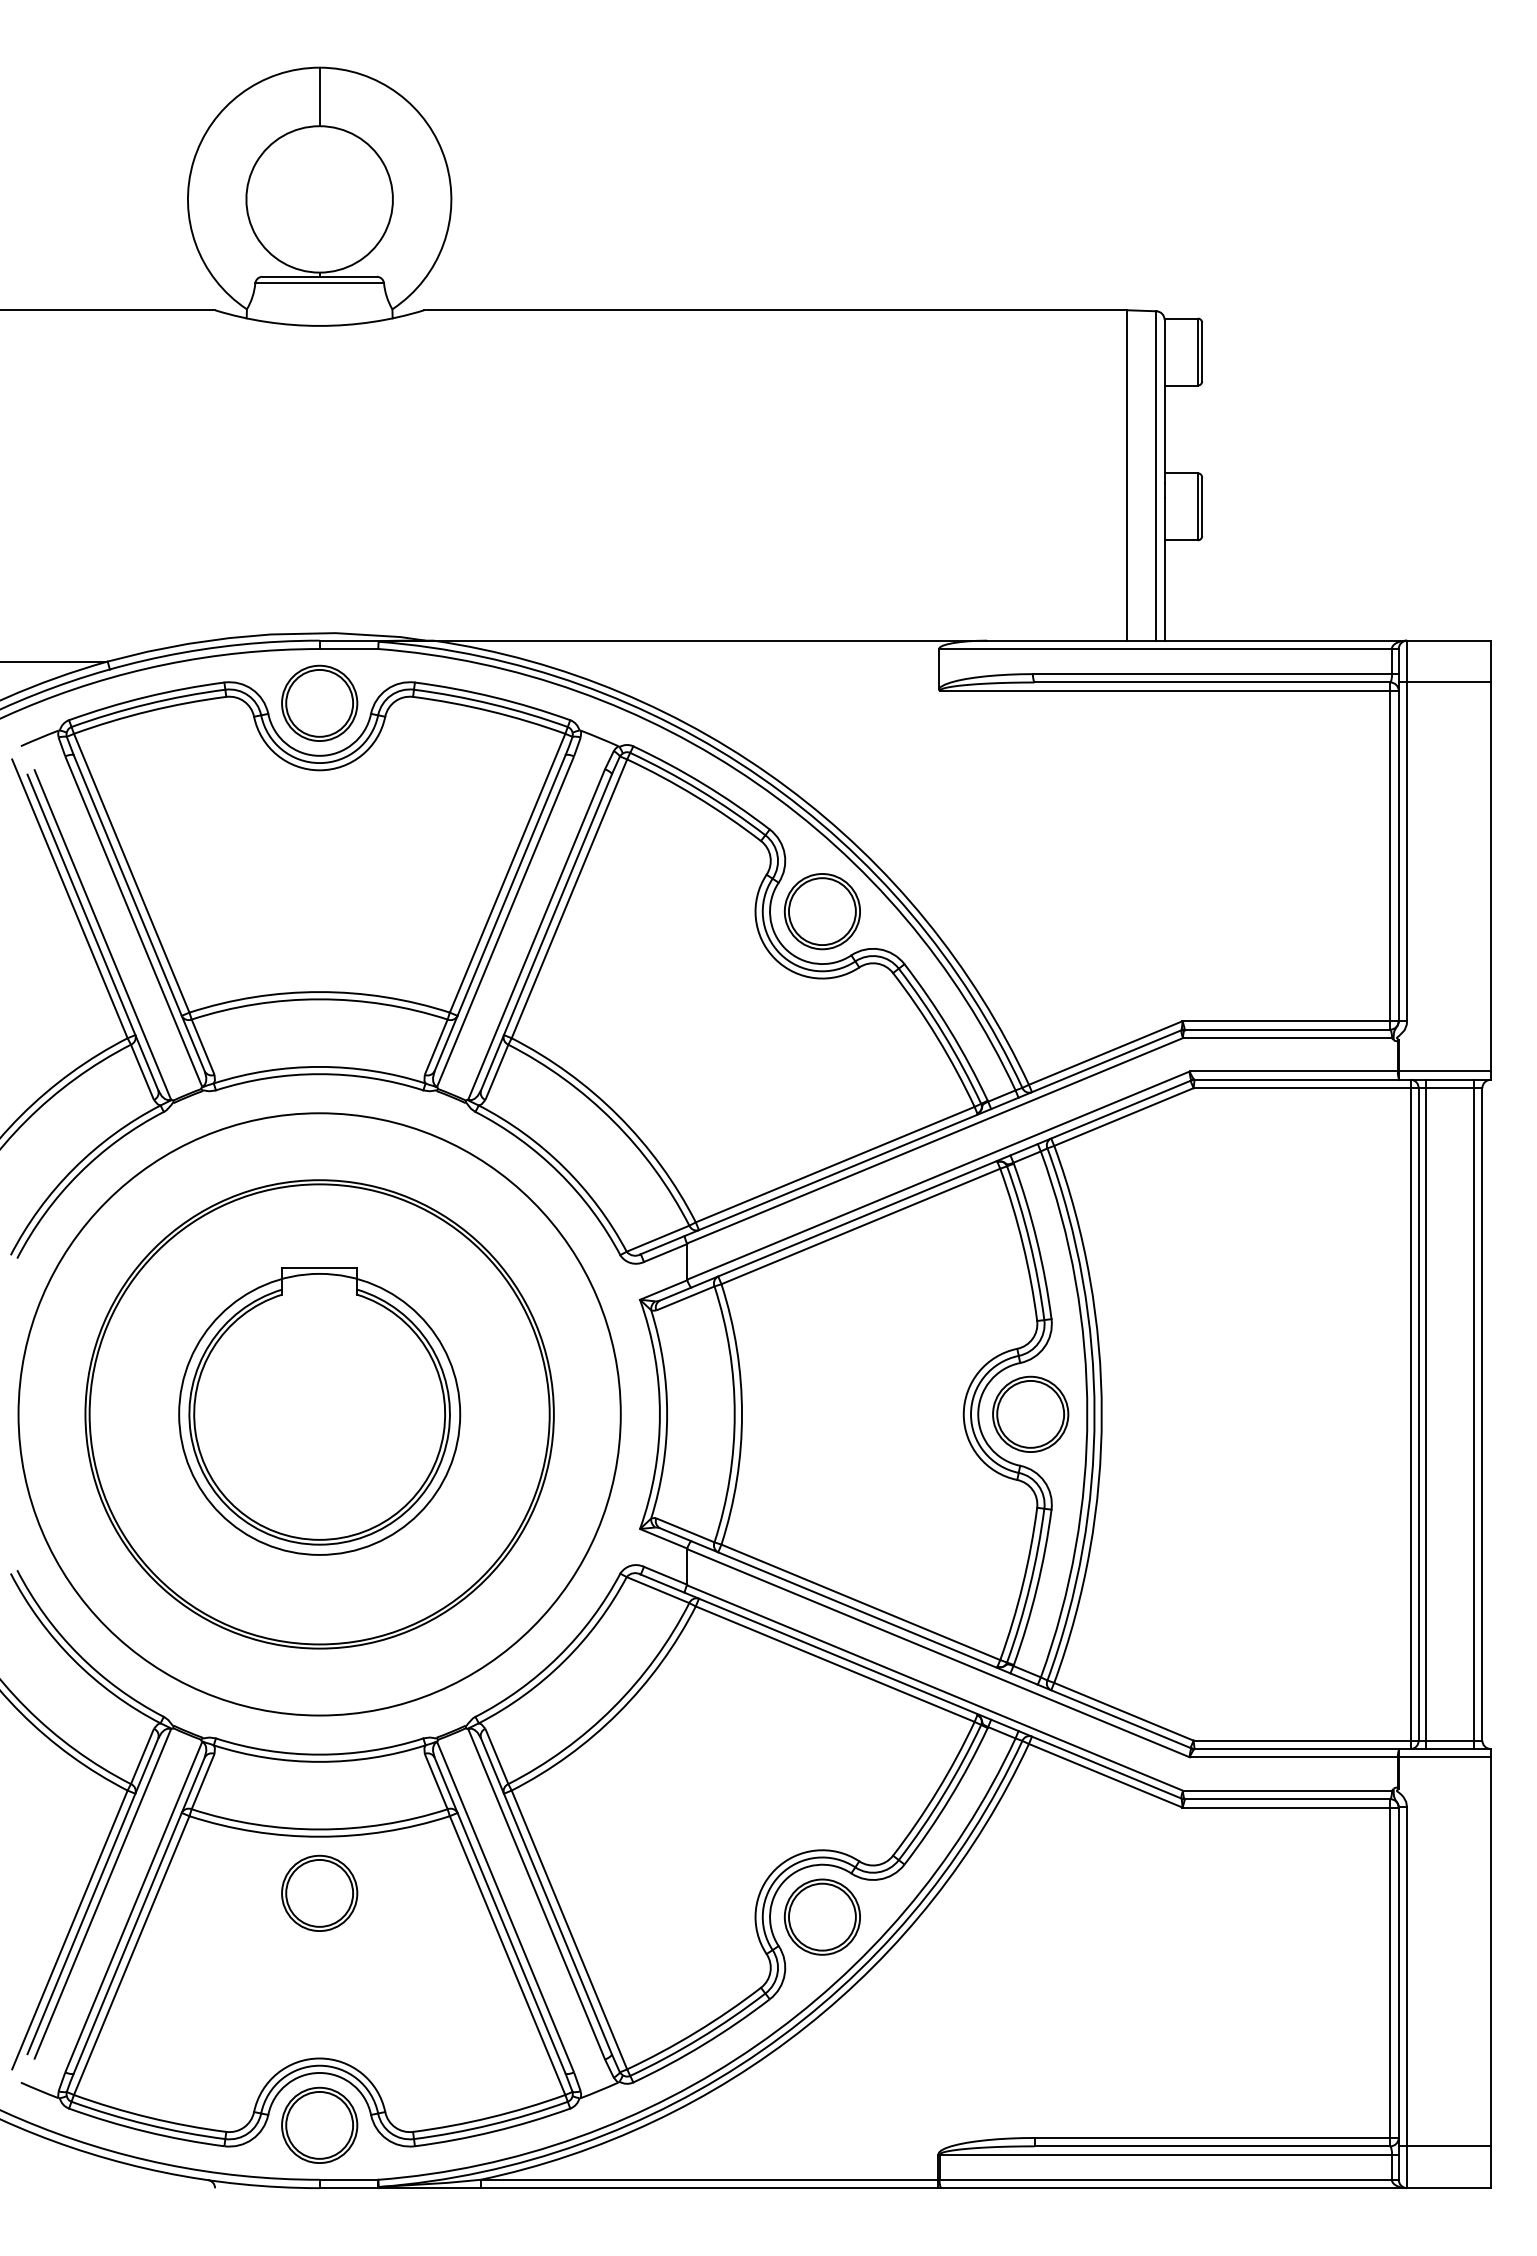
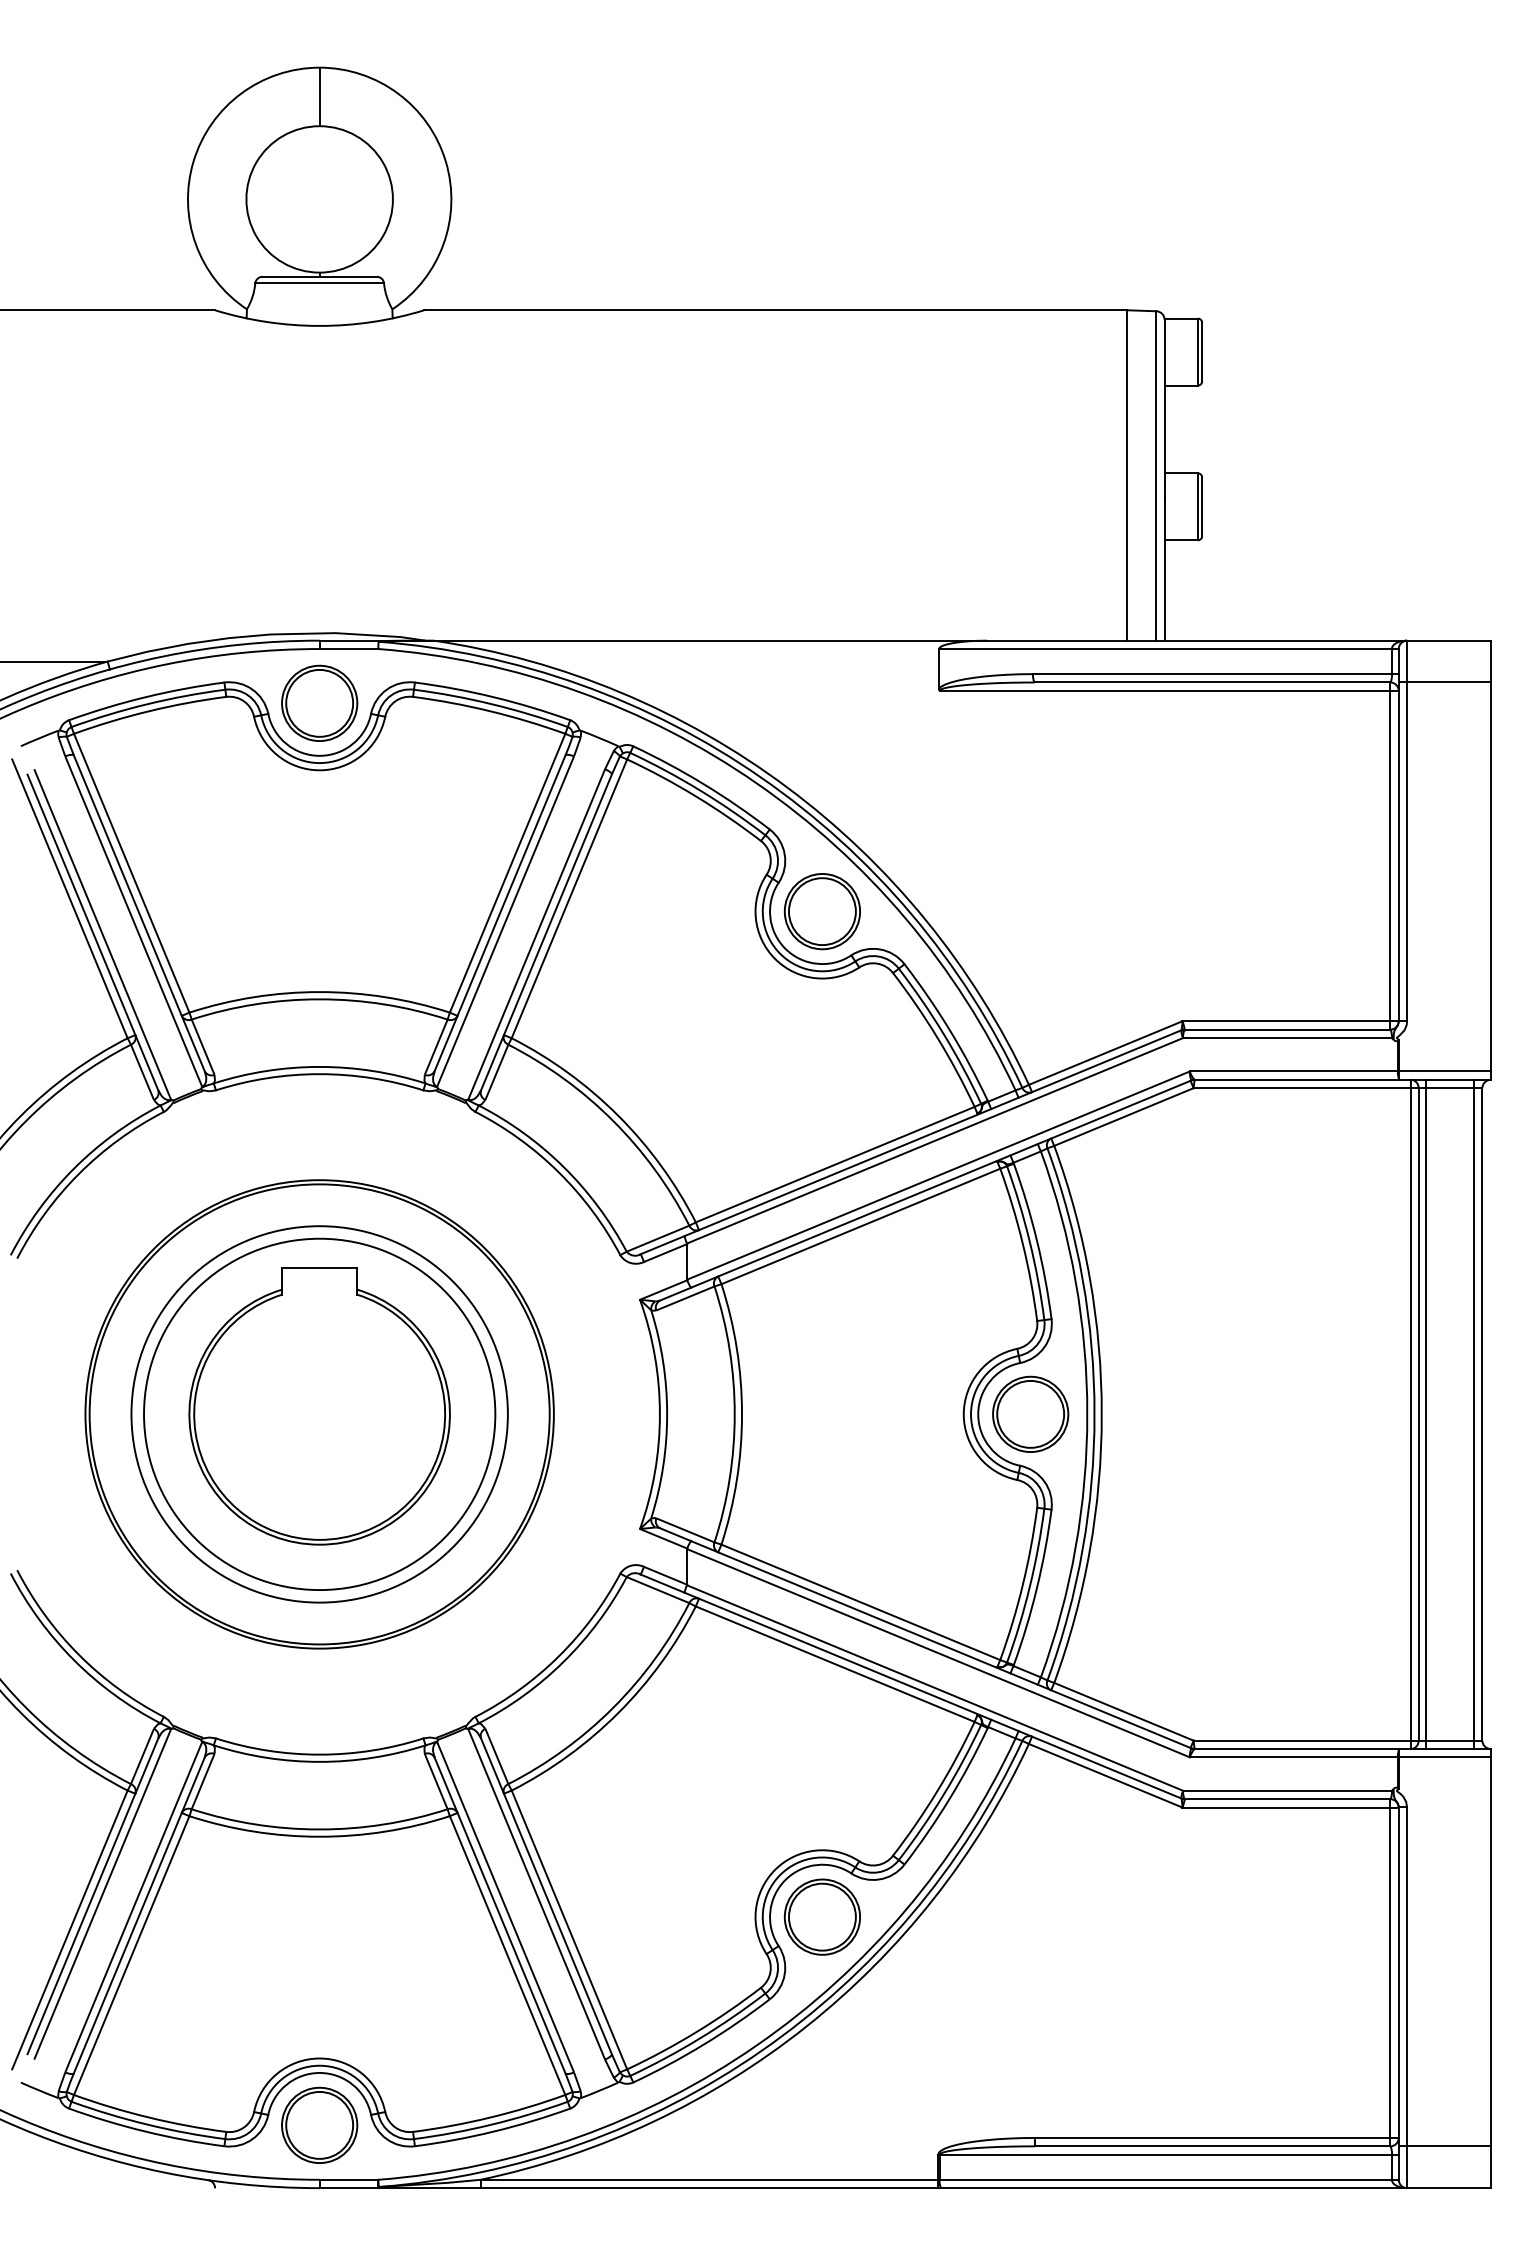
circle at (319, 1413) diameter: 281 px -> 351 px
circle at (319, 1414) diameter: 602 px -> 376 px
part at (319, 1892): present -> none
